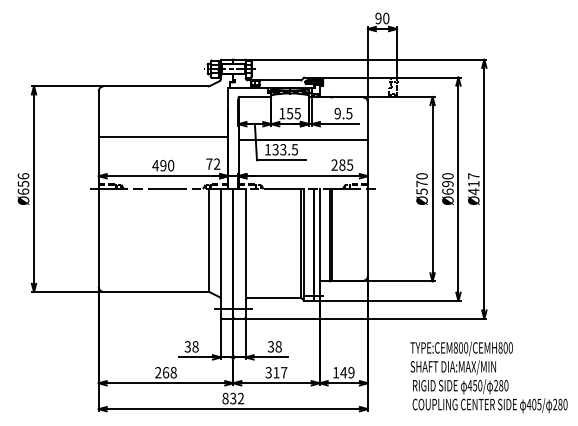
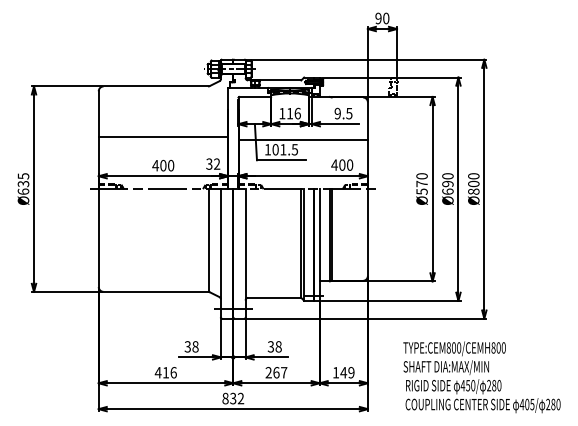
text at (293, 113): 155 -> 116
text at (279, 149): 133.5 -> 101.5
text at (209, 163): 72 -> 32
text at (342, 164): 285 -> 400
text at (163, 165): 490 -> 400
text at (23, 179): Ø656 -> Ø635
text at (473, 184): Ø417 -> Ø800
text at (165, 372): 268 -> 416
text at (272, 372): 317 -> 267
text at (488, 377) position: (488, 377) -> (481, 377)
